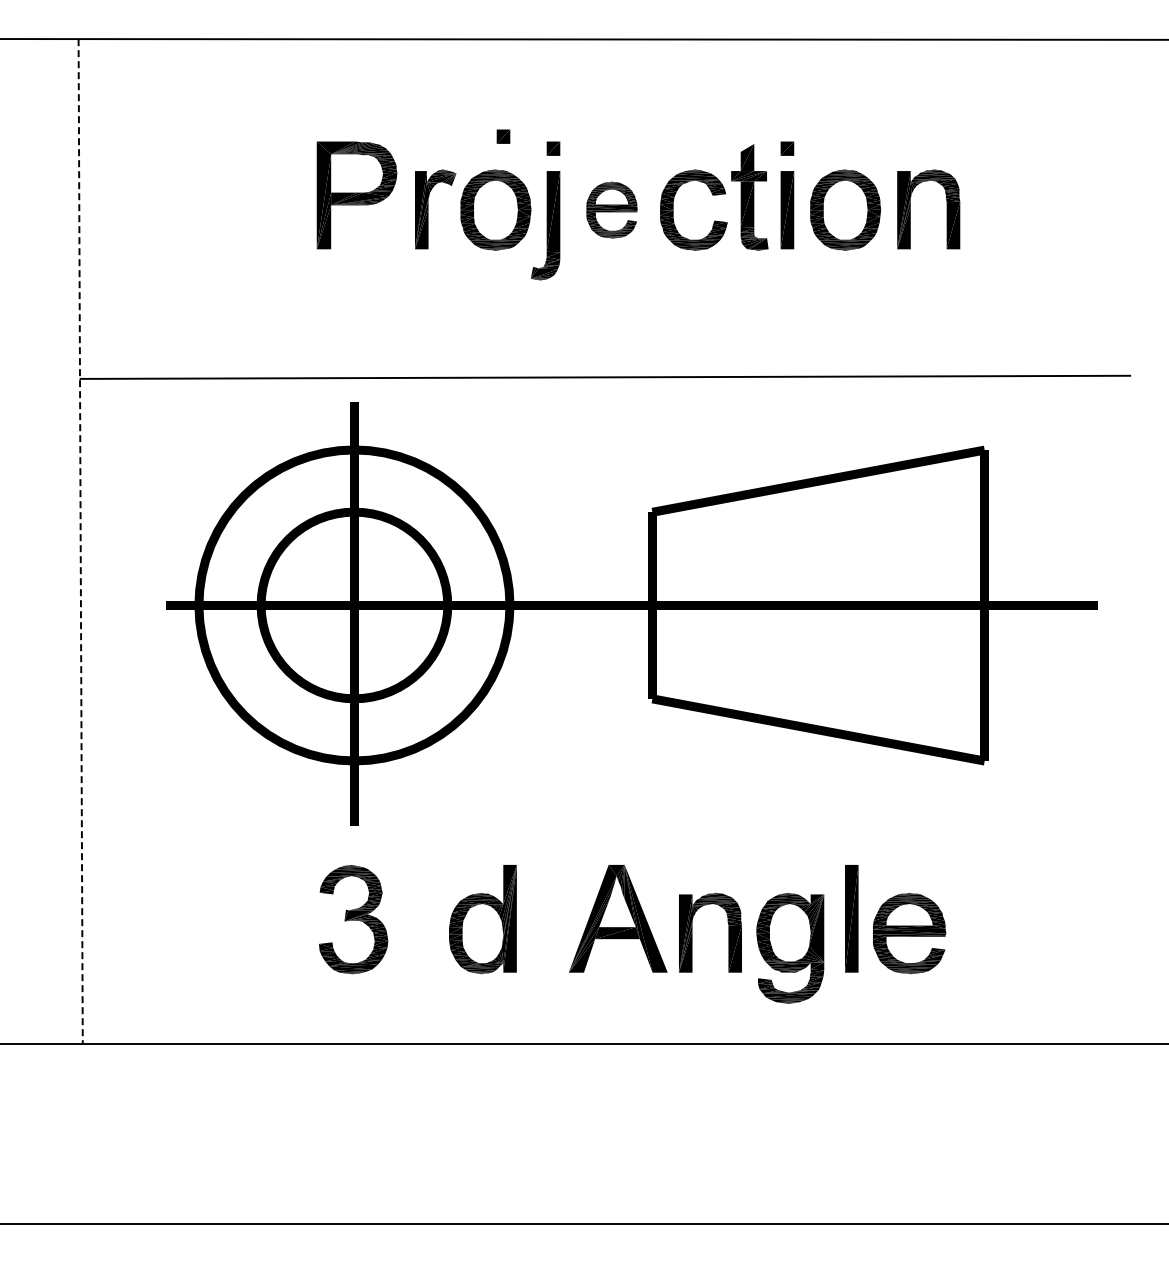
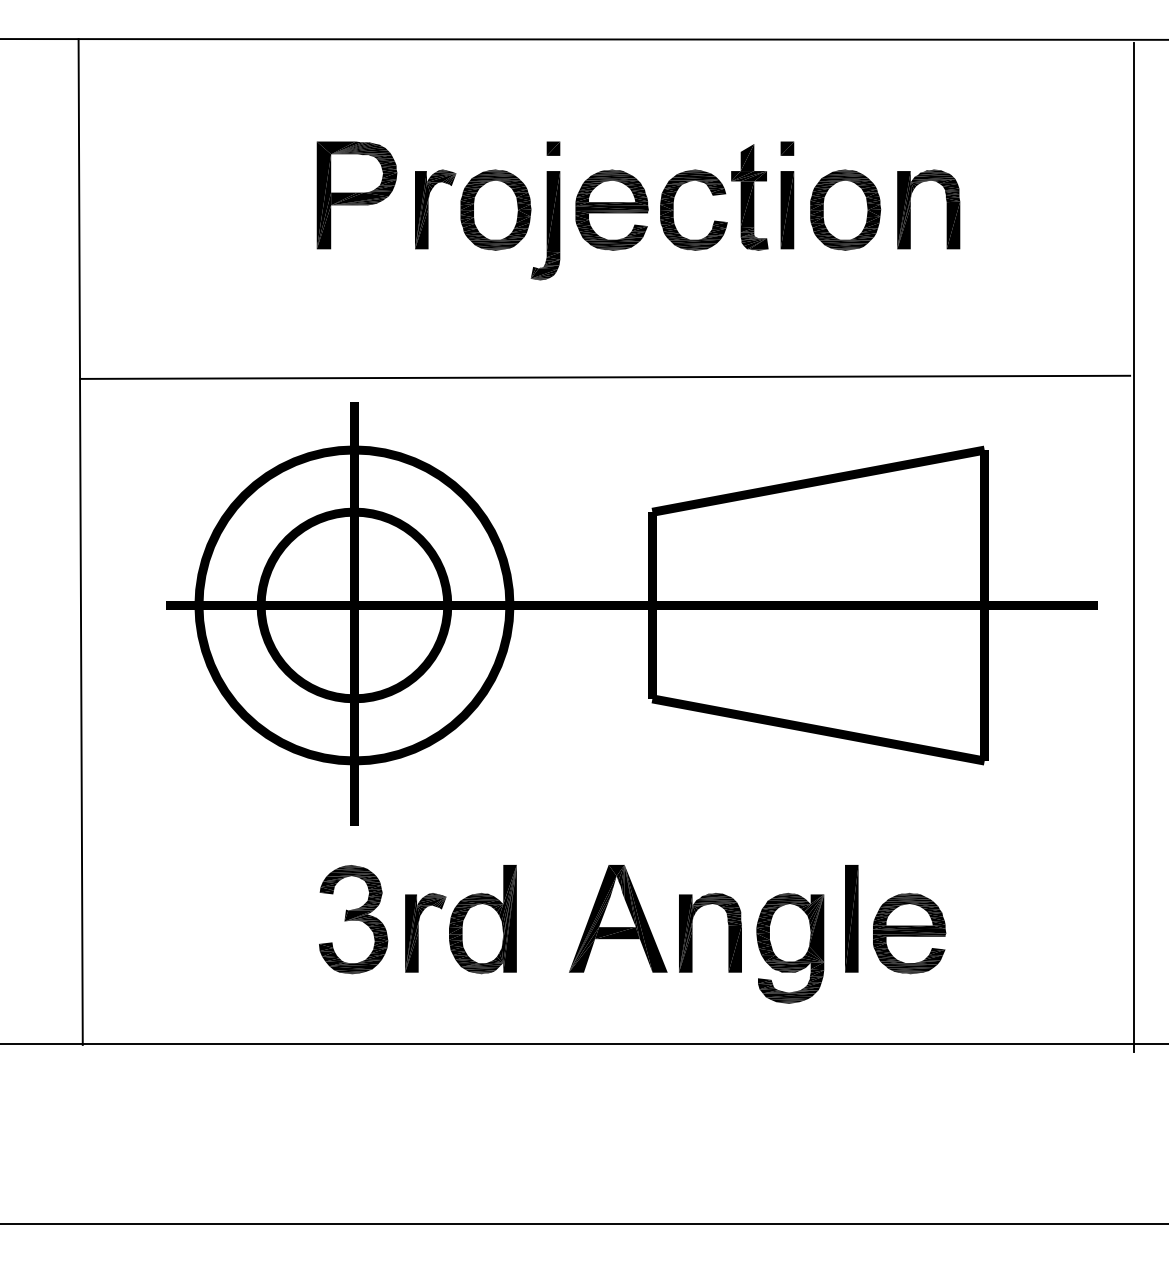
part at (503, 136): present -> none
part at (611, 209) size: 52x58 px -> 74x82 px
line at (80, 542): dashed -> solid
line at (1133, 547): none -> present
part at (418, 932): none -> present
